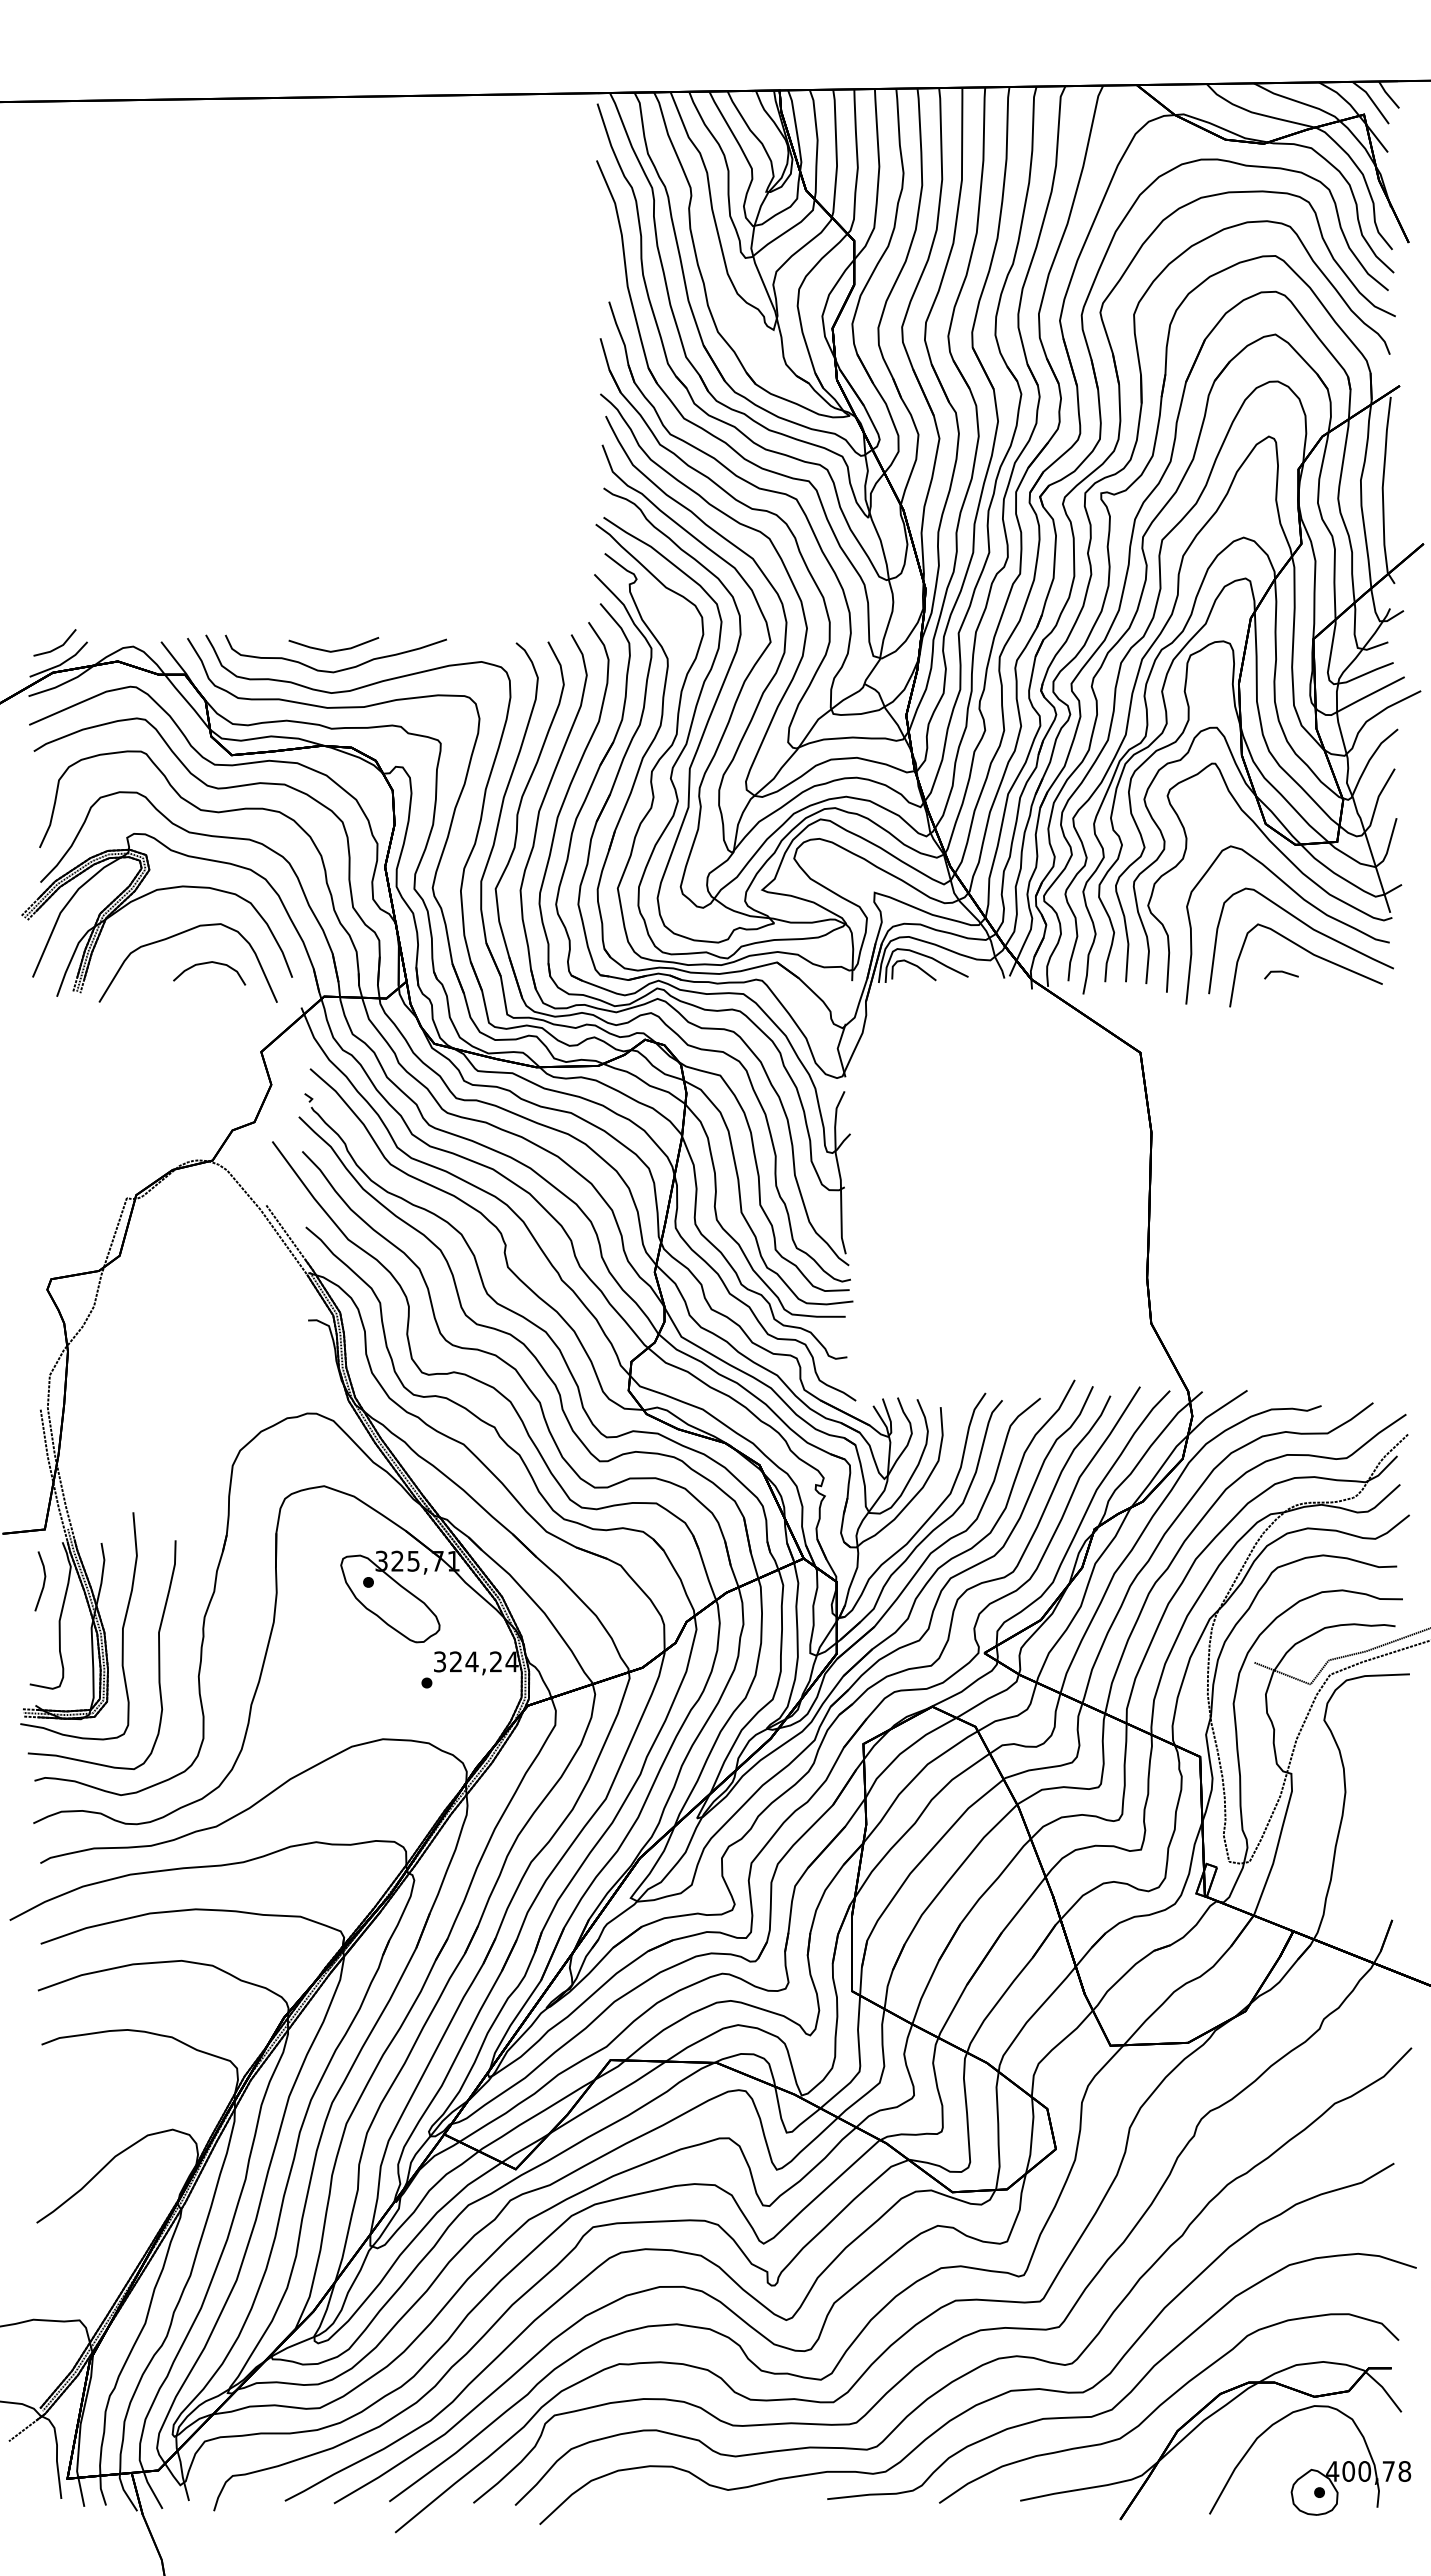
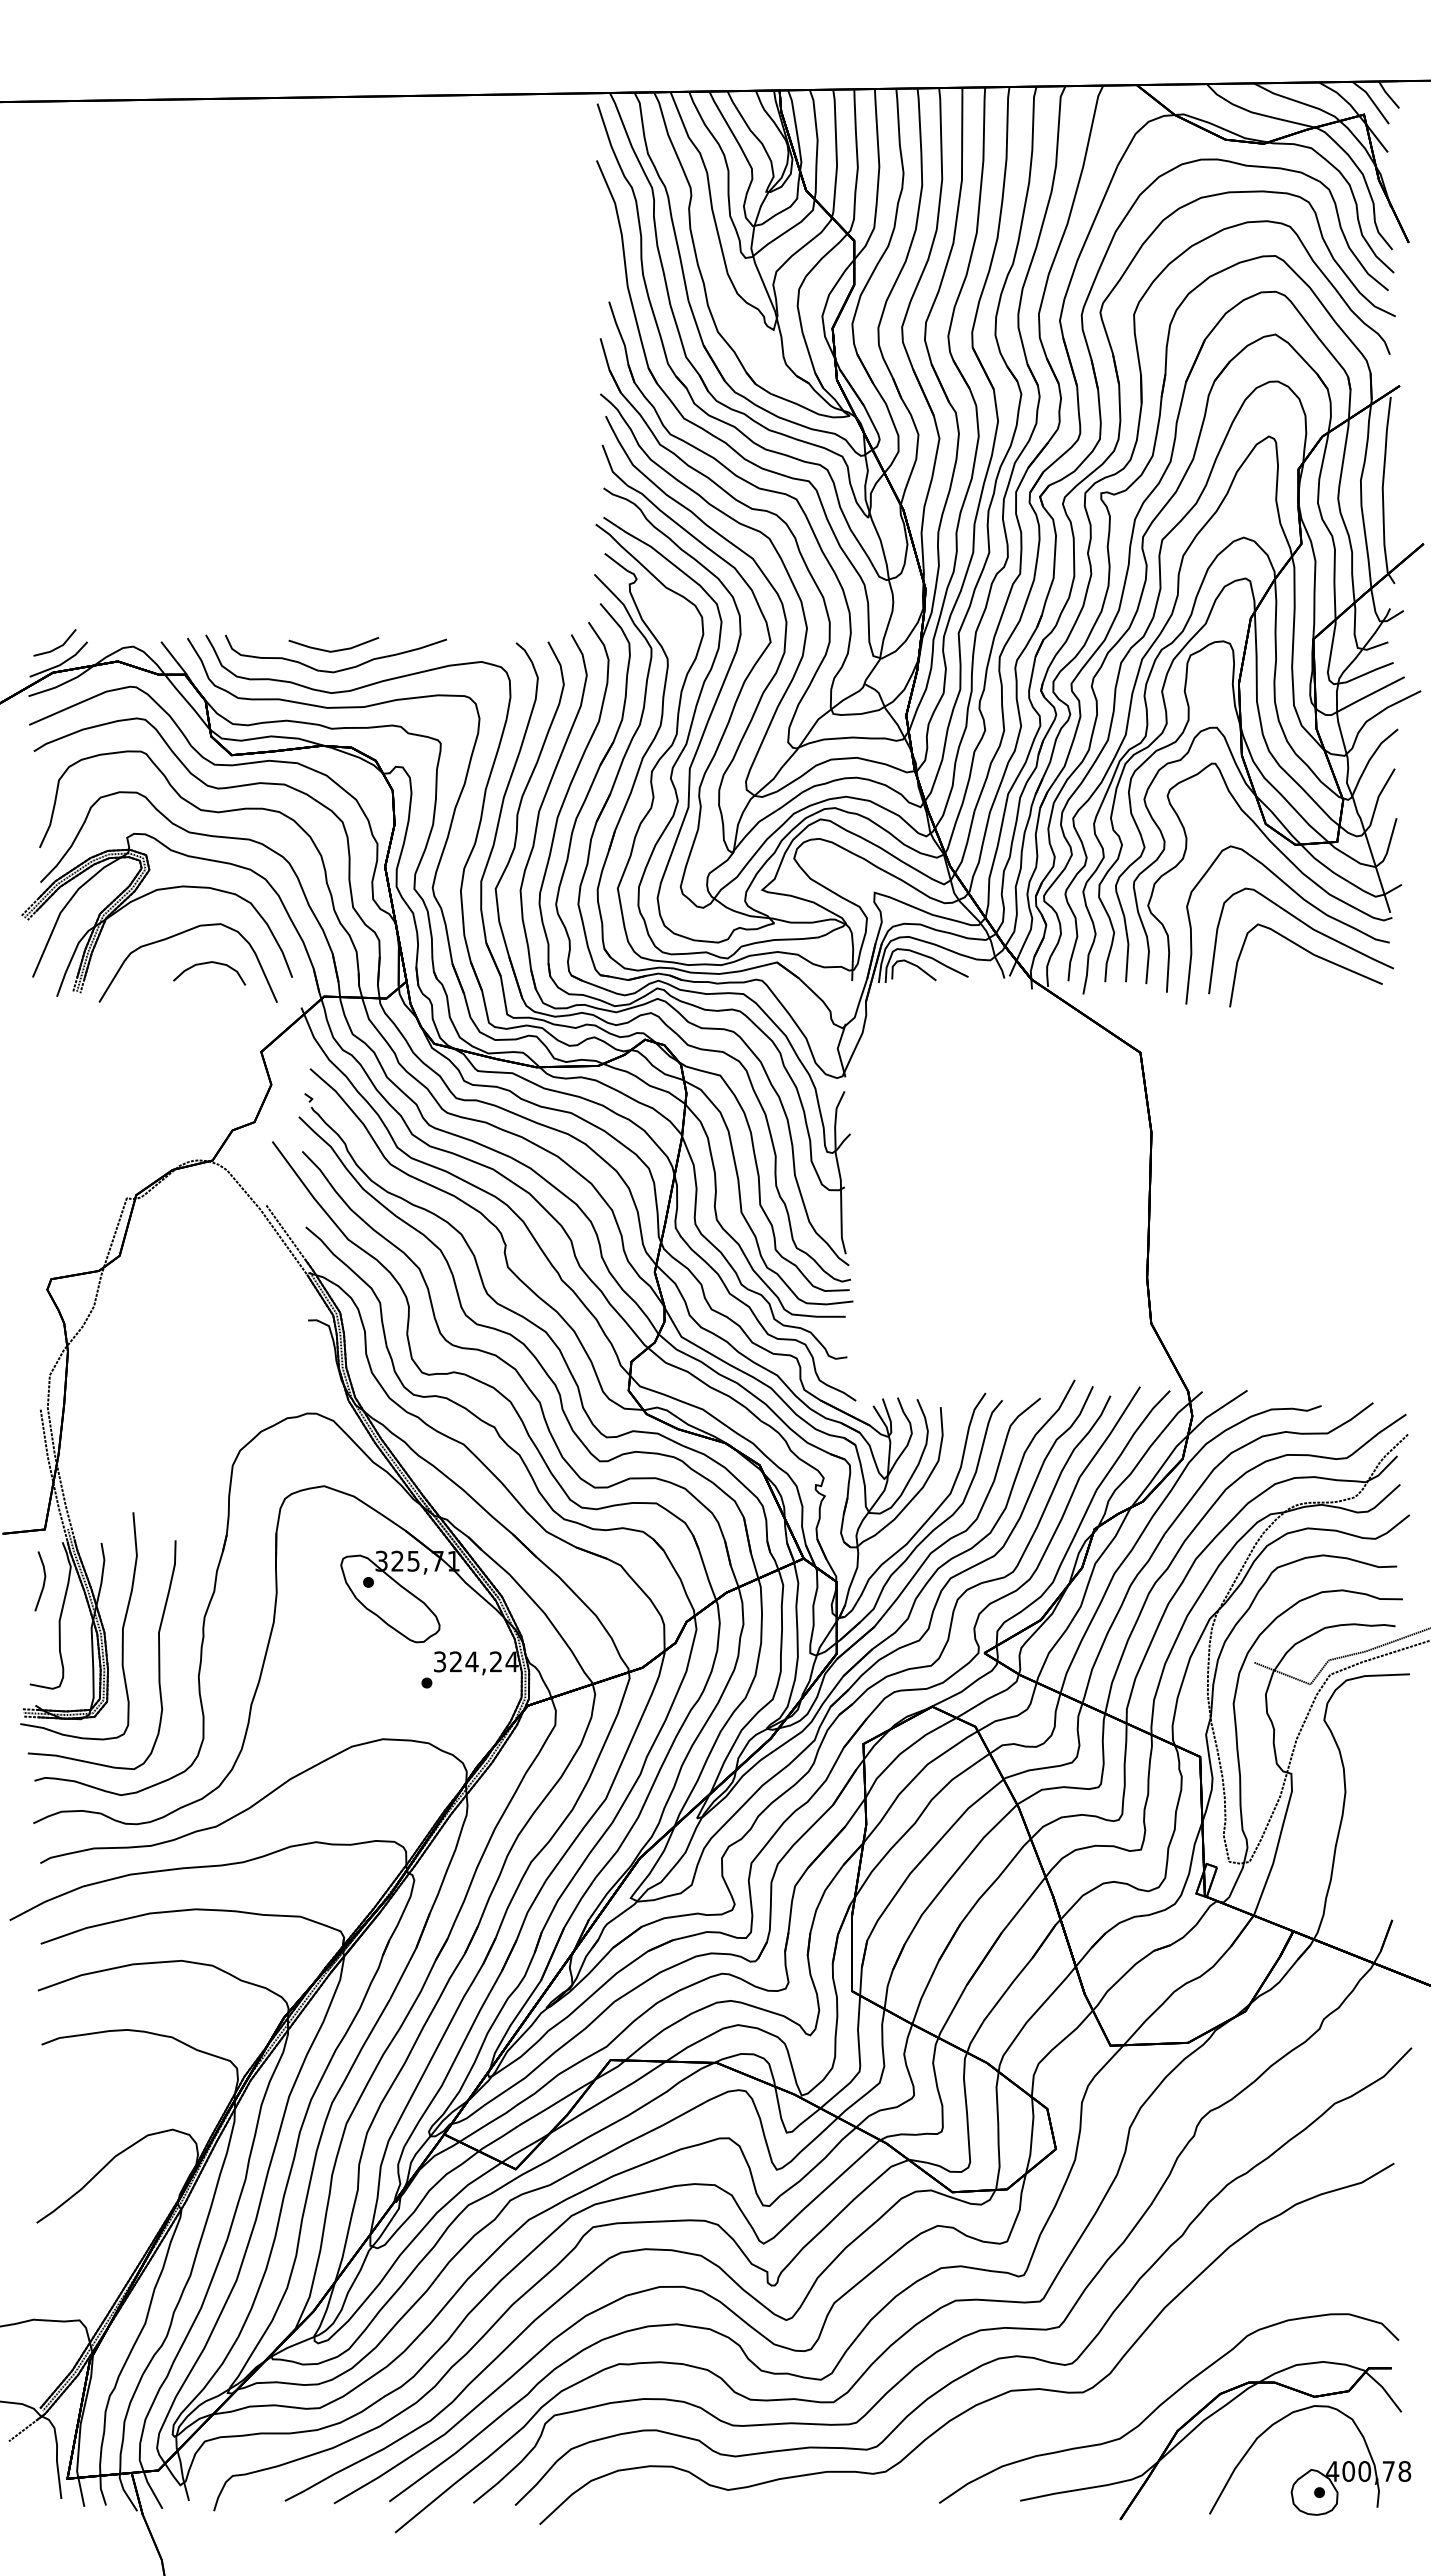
part at (1281, 974): present -> none
curve at (1133, 2387): present -> none
